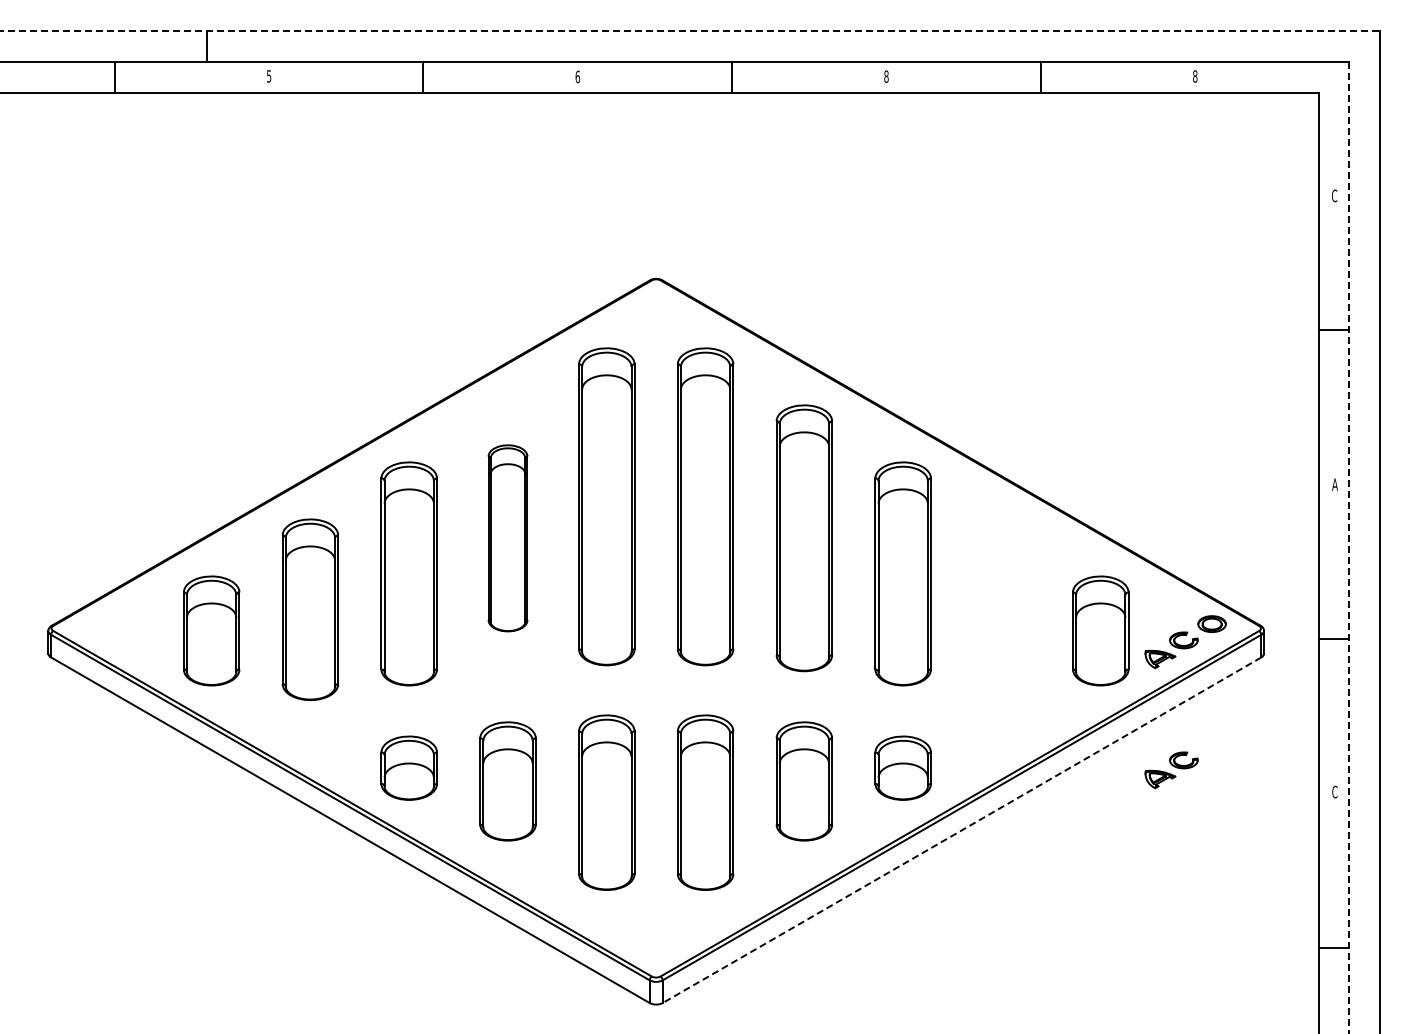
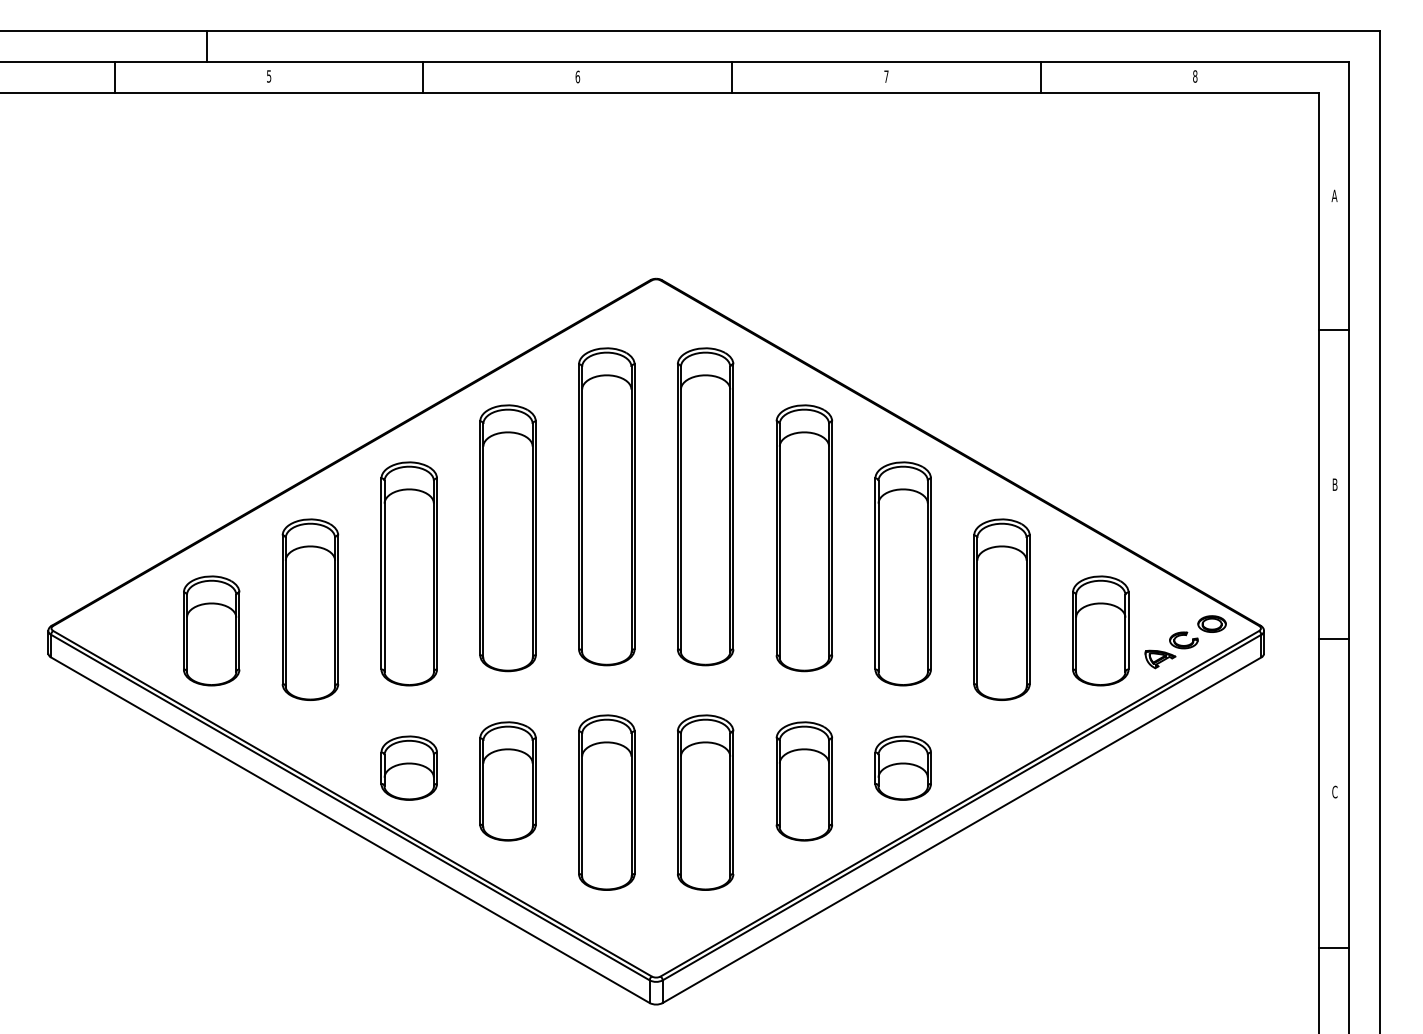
line at (690, 30): dashed -> solid
text at (886, 76): 8 -> 7
text at (1334, 195): C -> A
text at (1334, 484): A -> B
part at (507, 538) size: 42x189 px -> 58x269 px
line at (1349, 547): dashed -> solid
part at (1001, 609): none -> present
part at (1171, 770): present -> none
line at (962, 830): dashed -> solid
